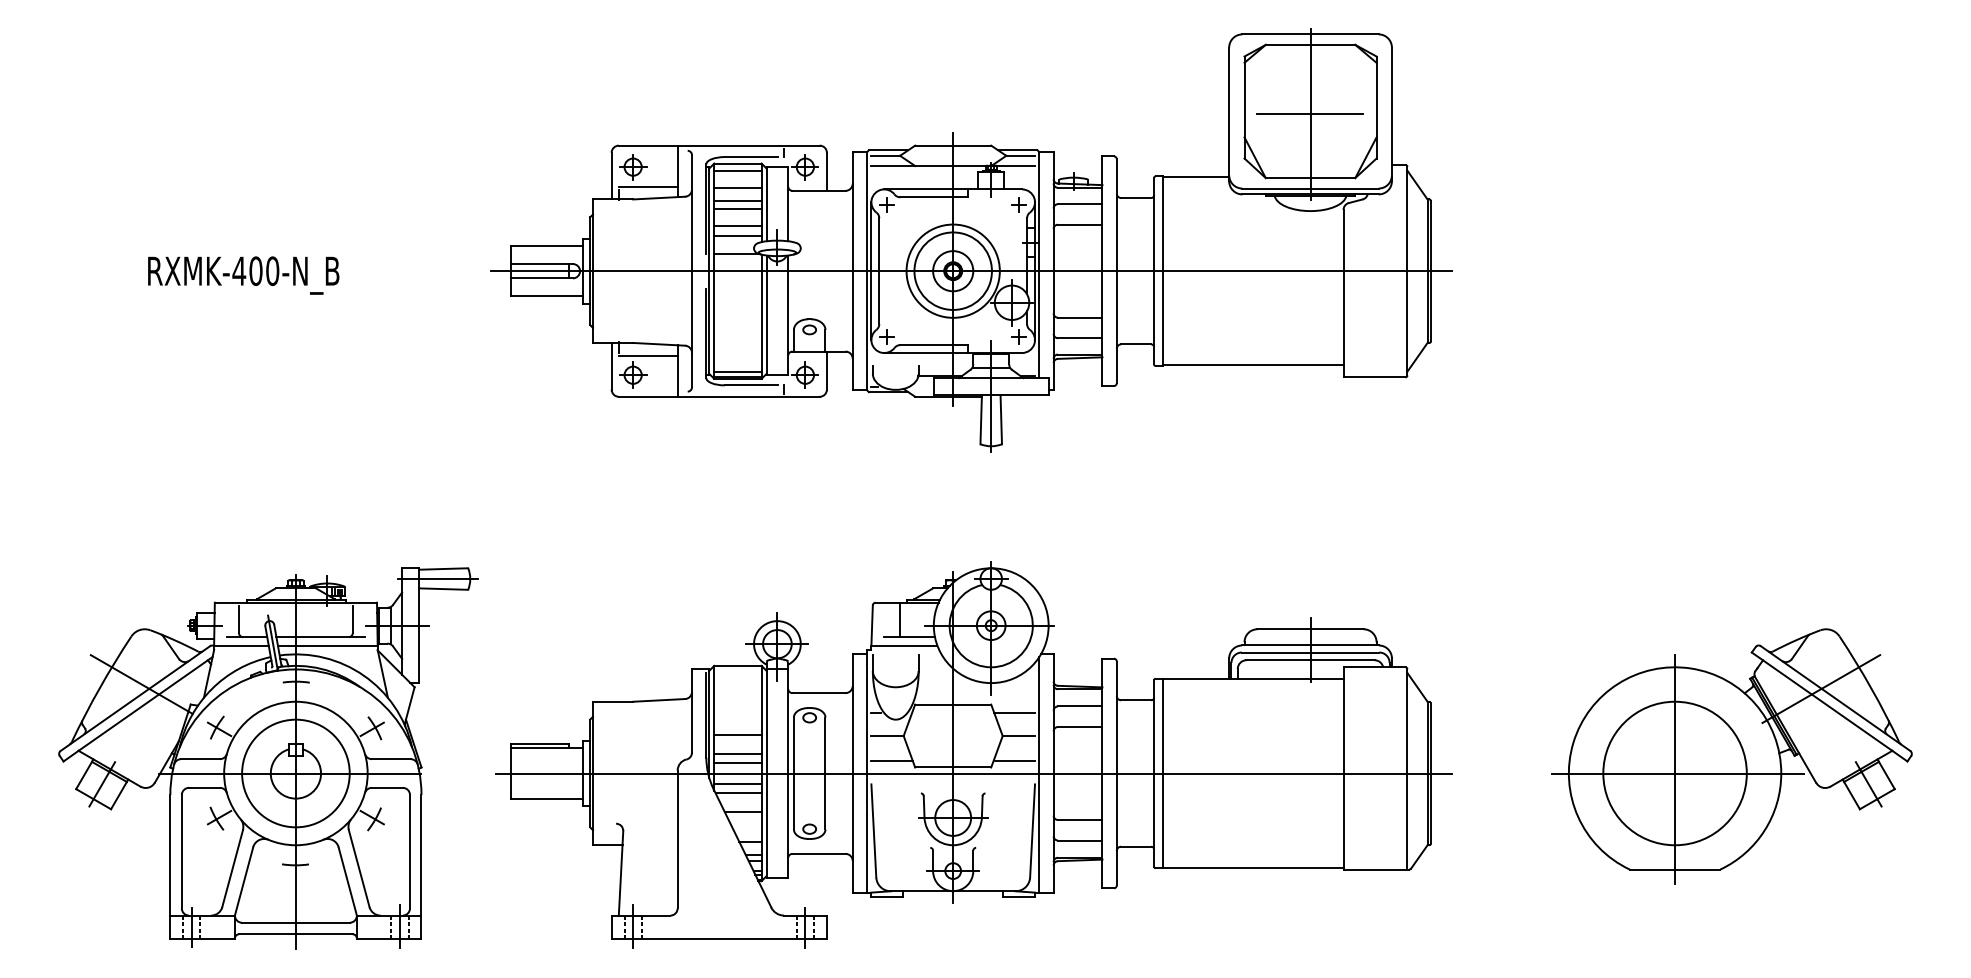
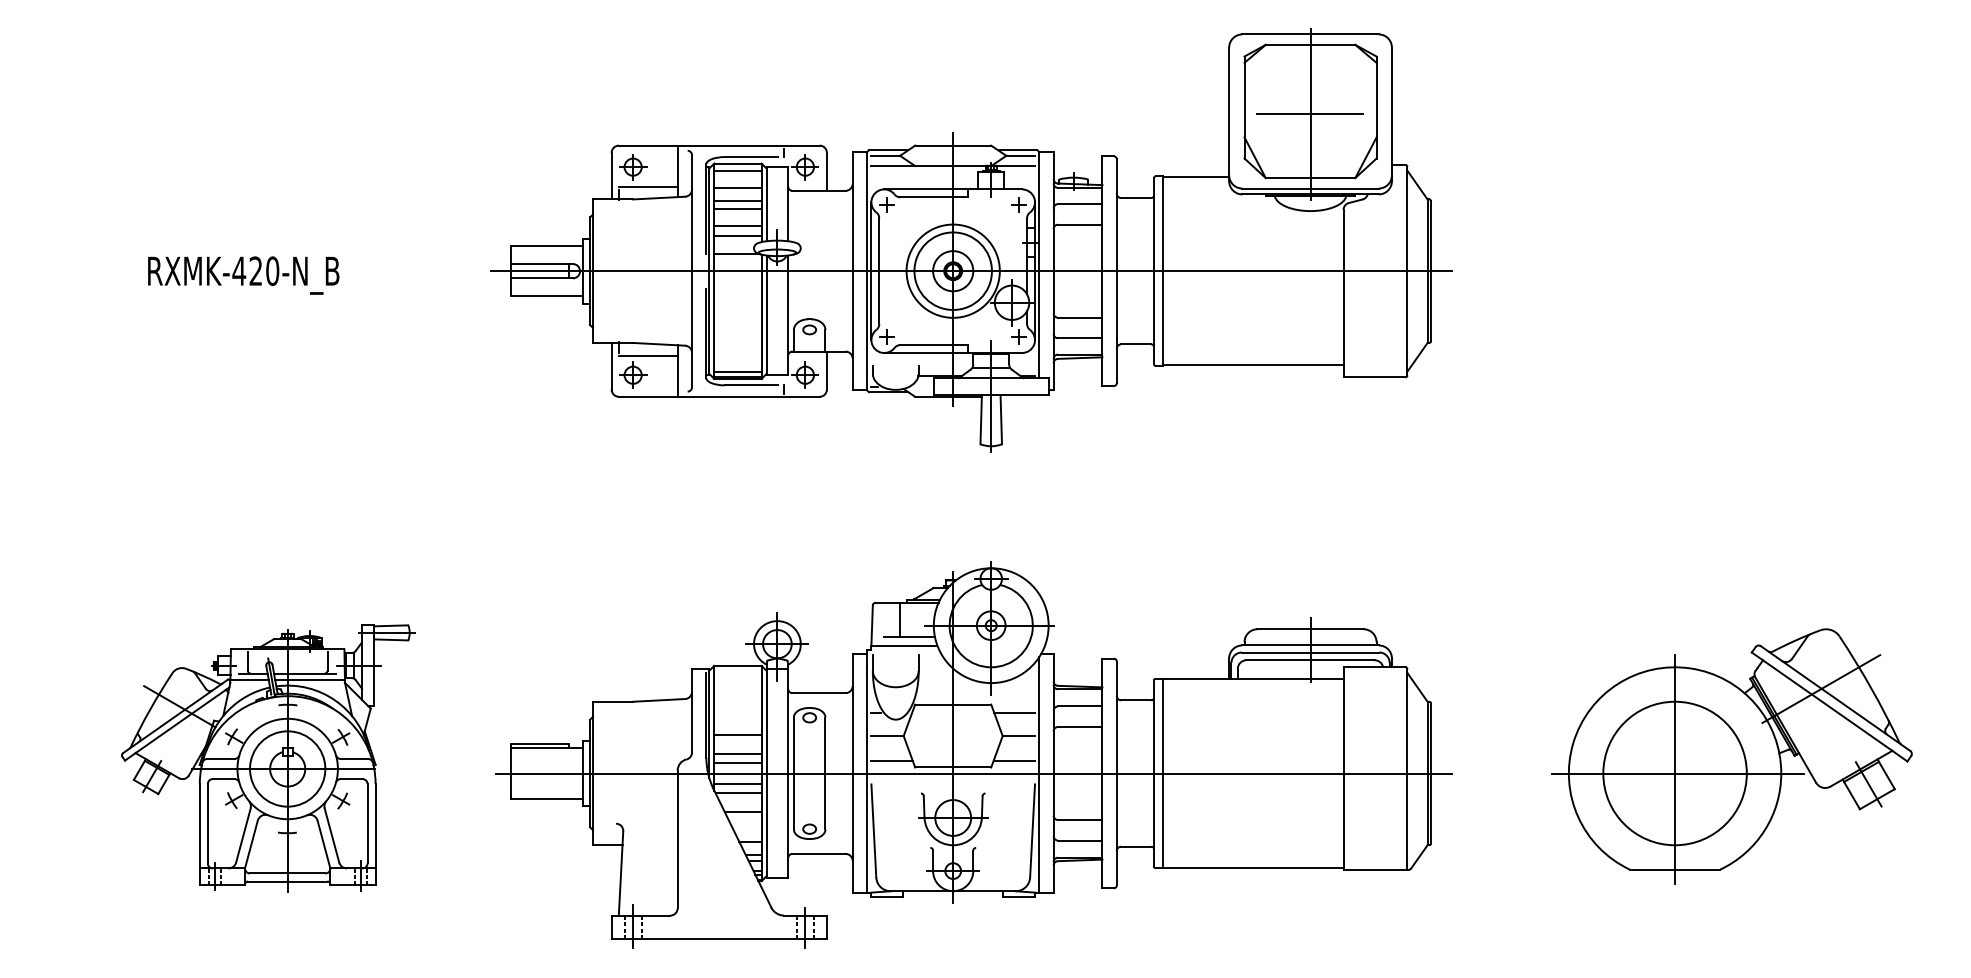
text at (255, 270): RXMK-400-N_B -> RXMK-420-N_B
part at (268, 758) size: 421x383 px -> 295x269 px
